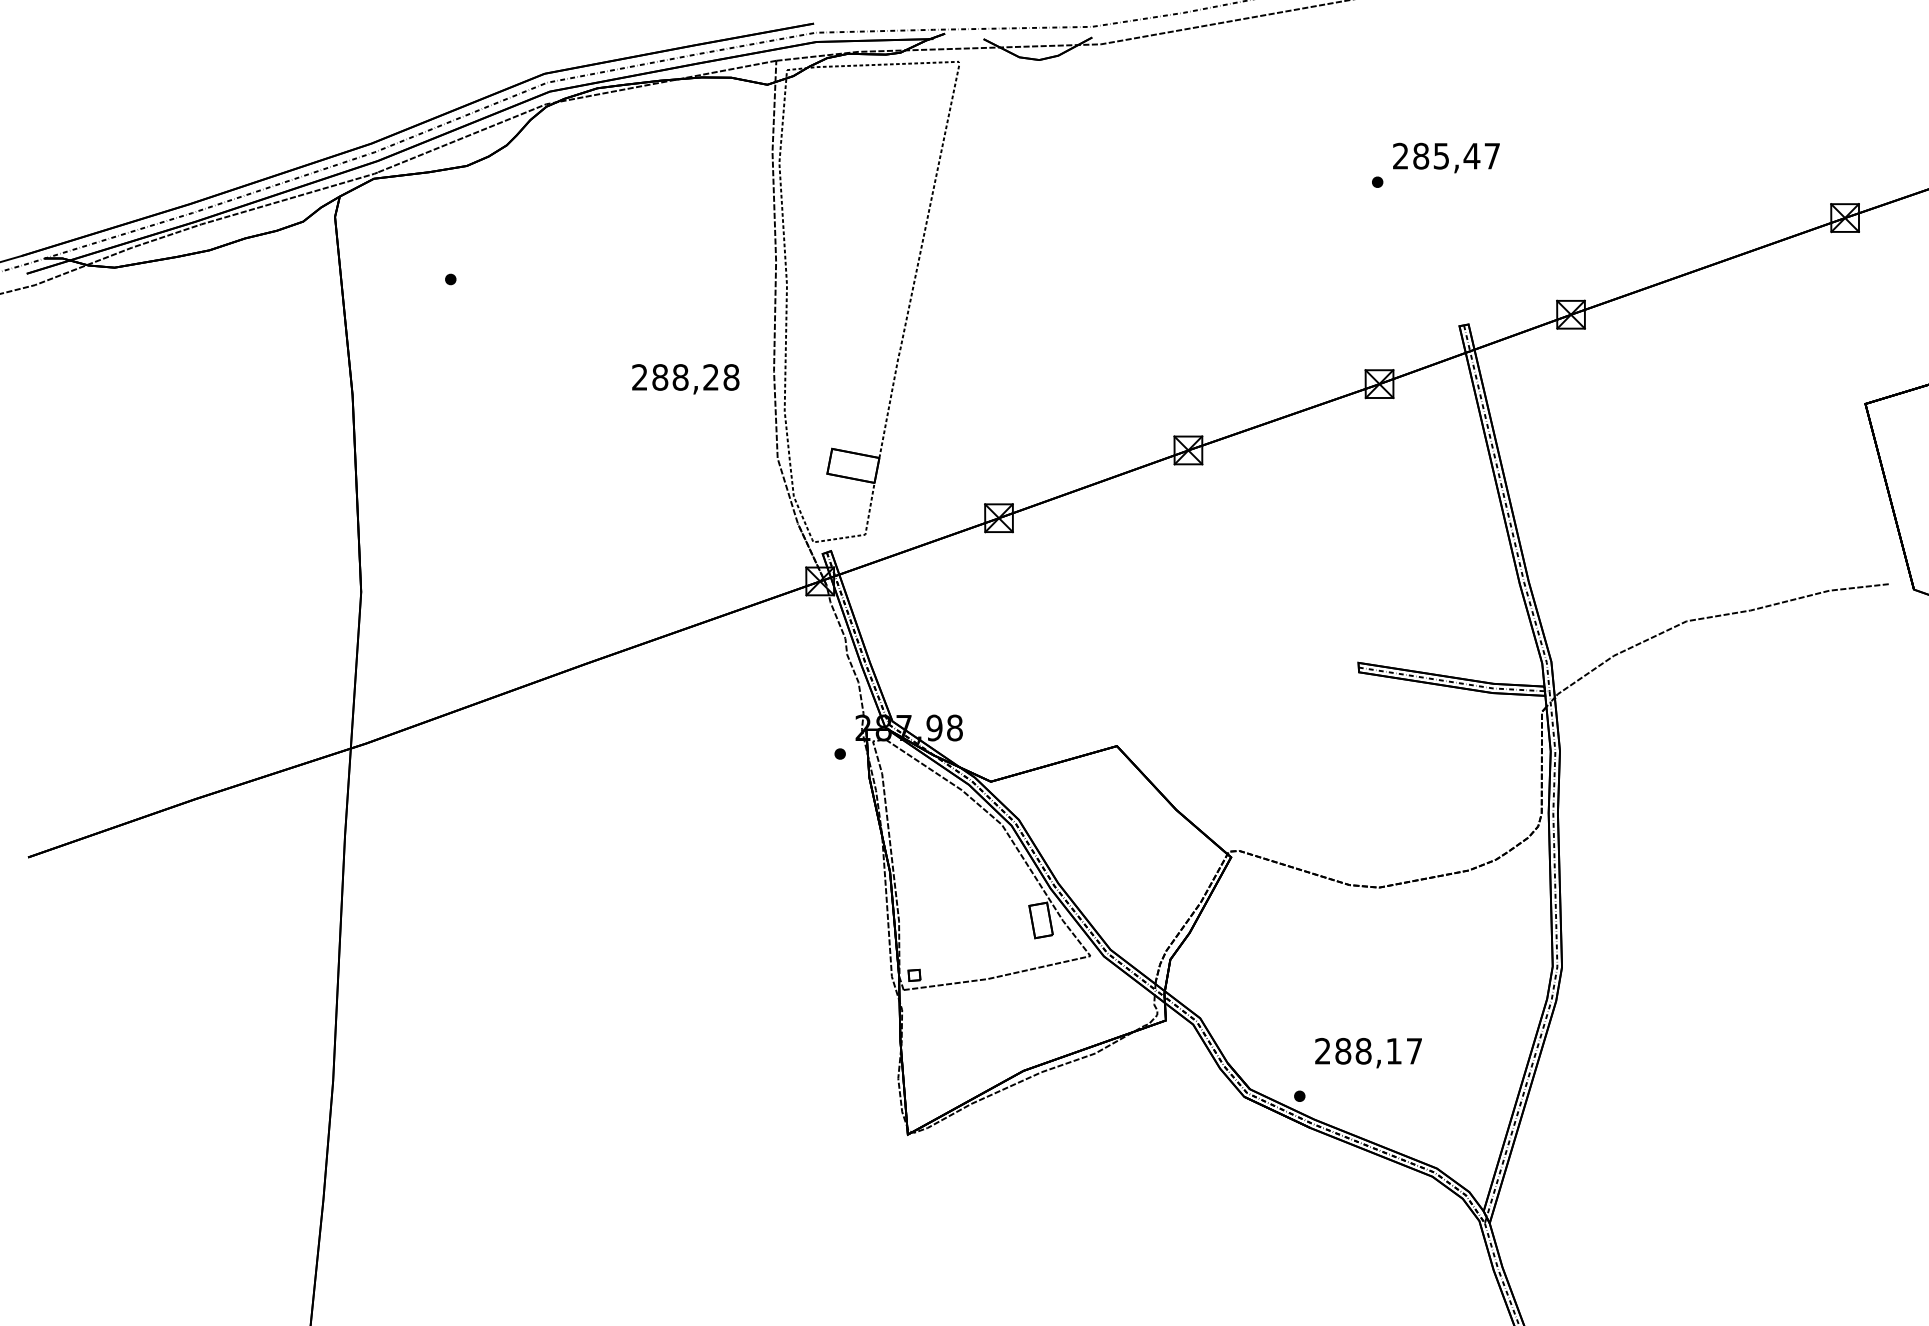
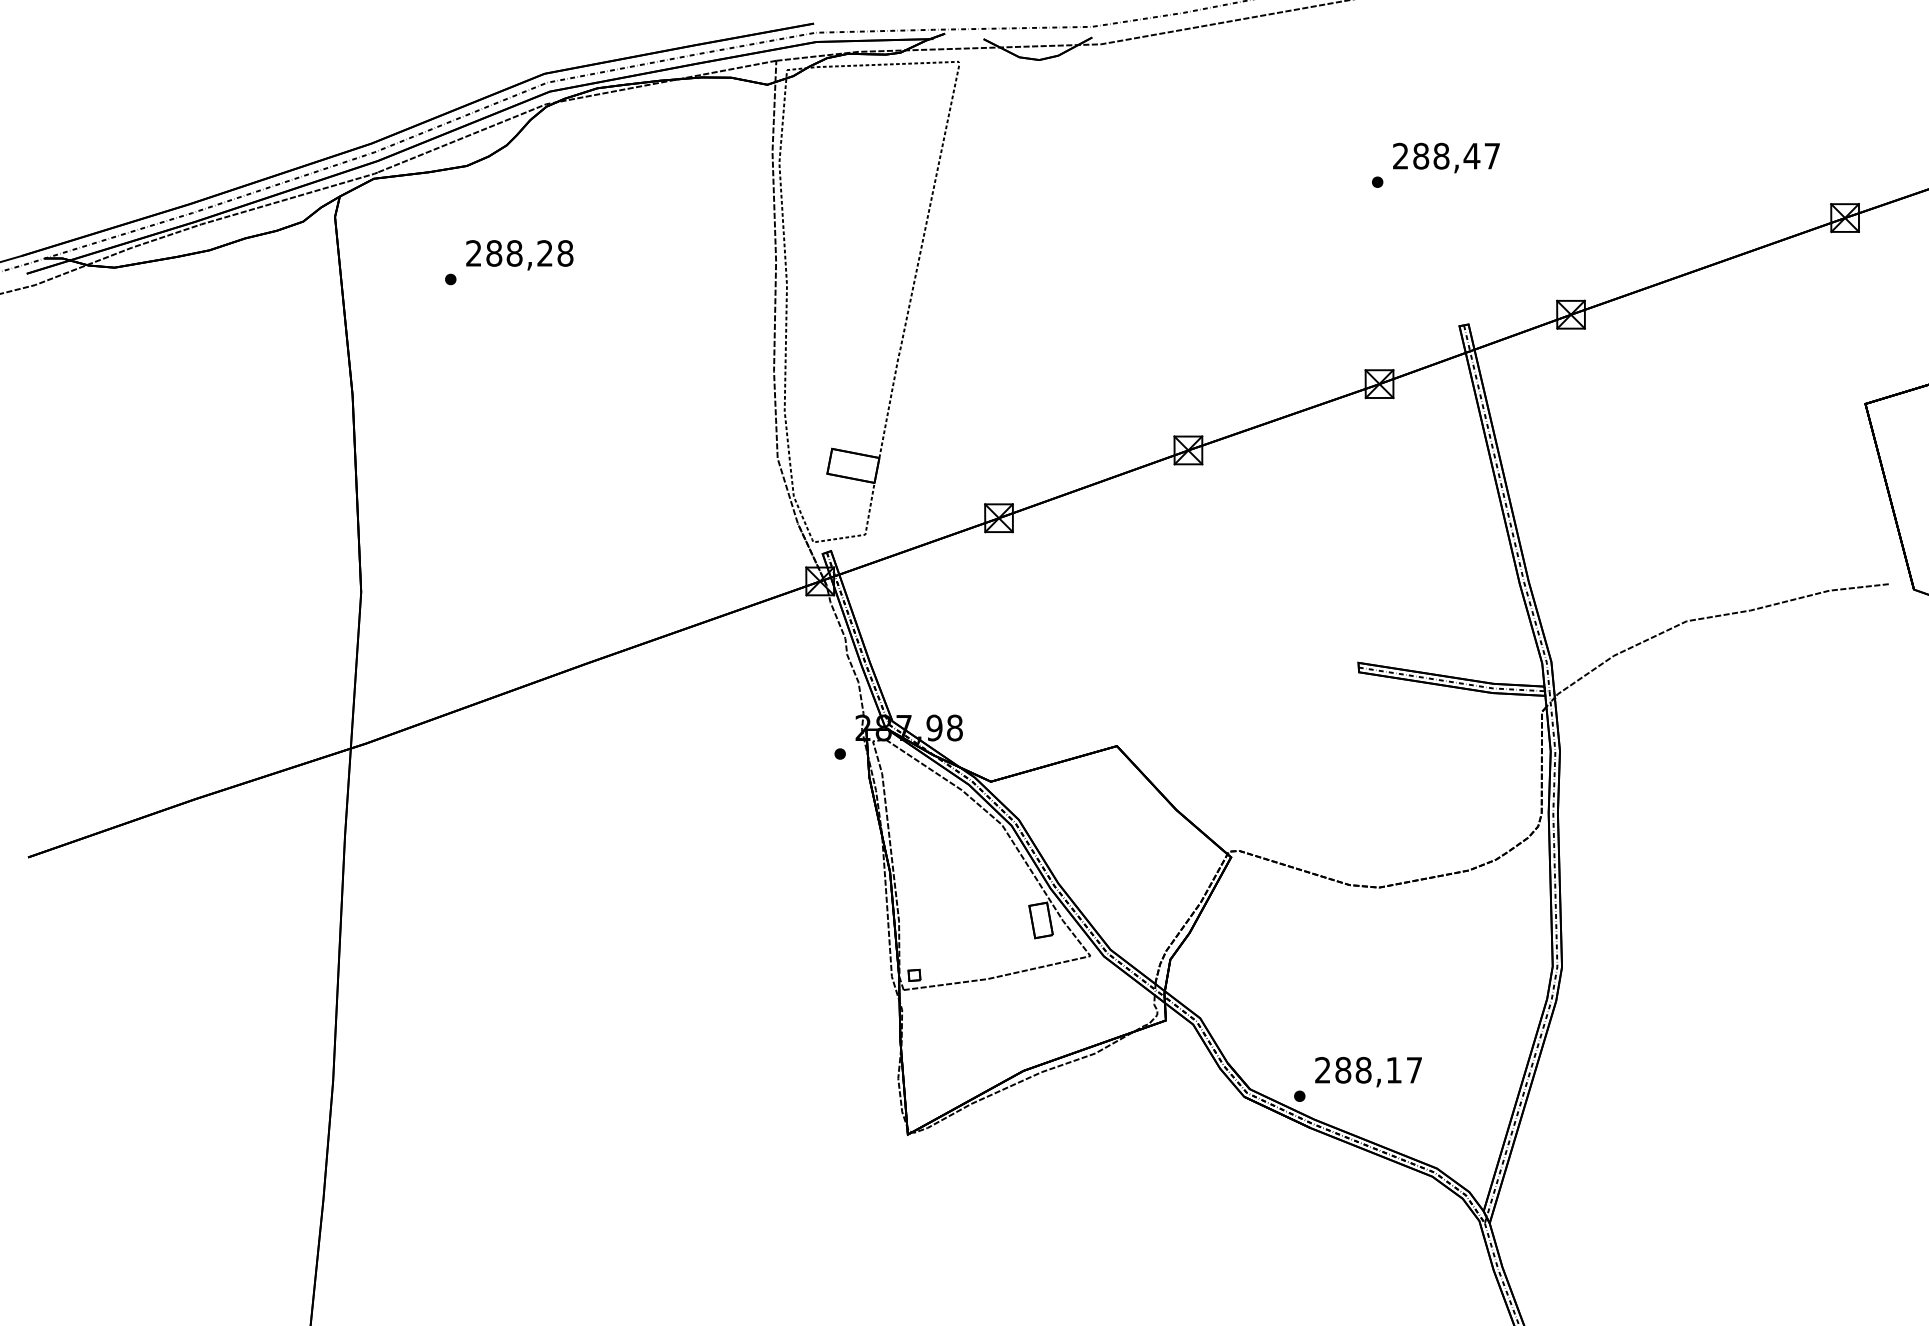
text at (1441, 155): 285,47 -> 288,47
text at (685, 379) position: (685, 379) -> (519, 255)
text at (1368, 1053) position: (1368, 1053) -> (1368, 1072)
